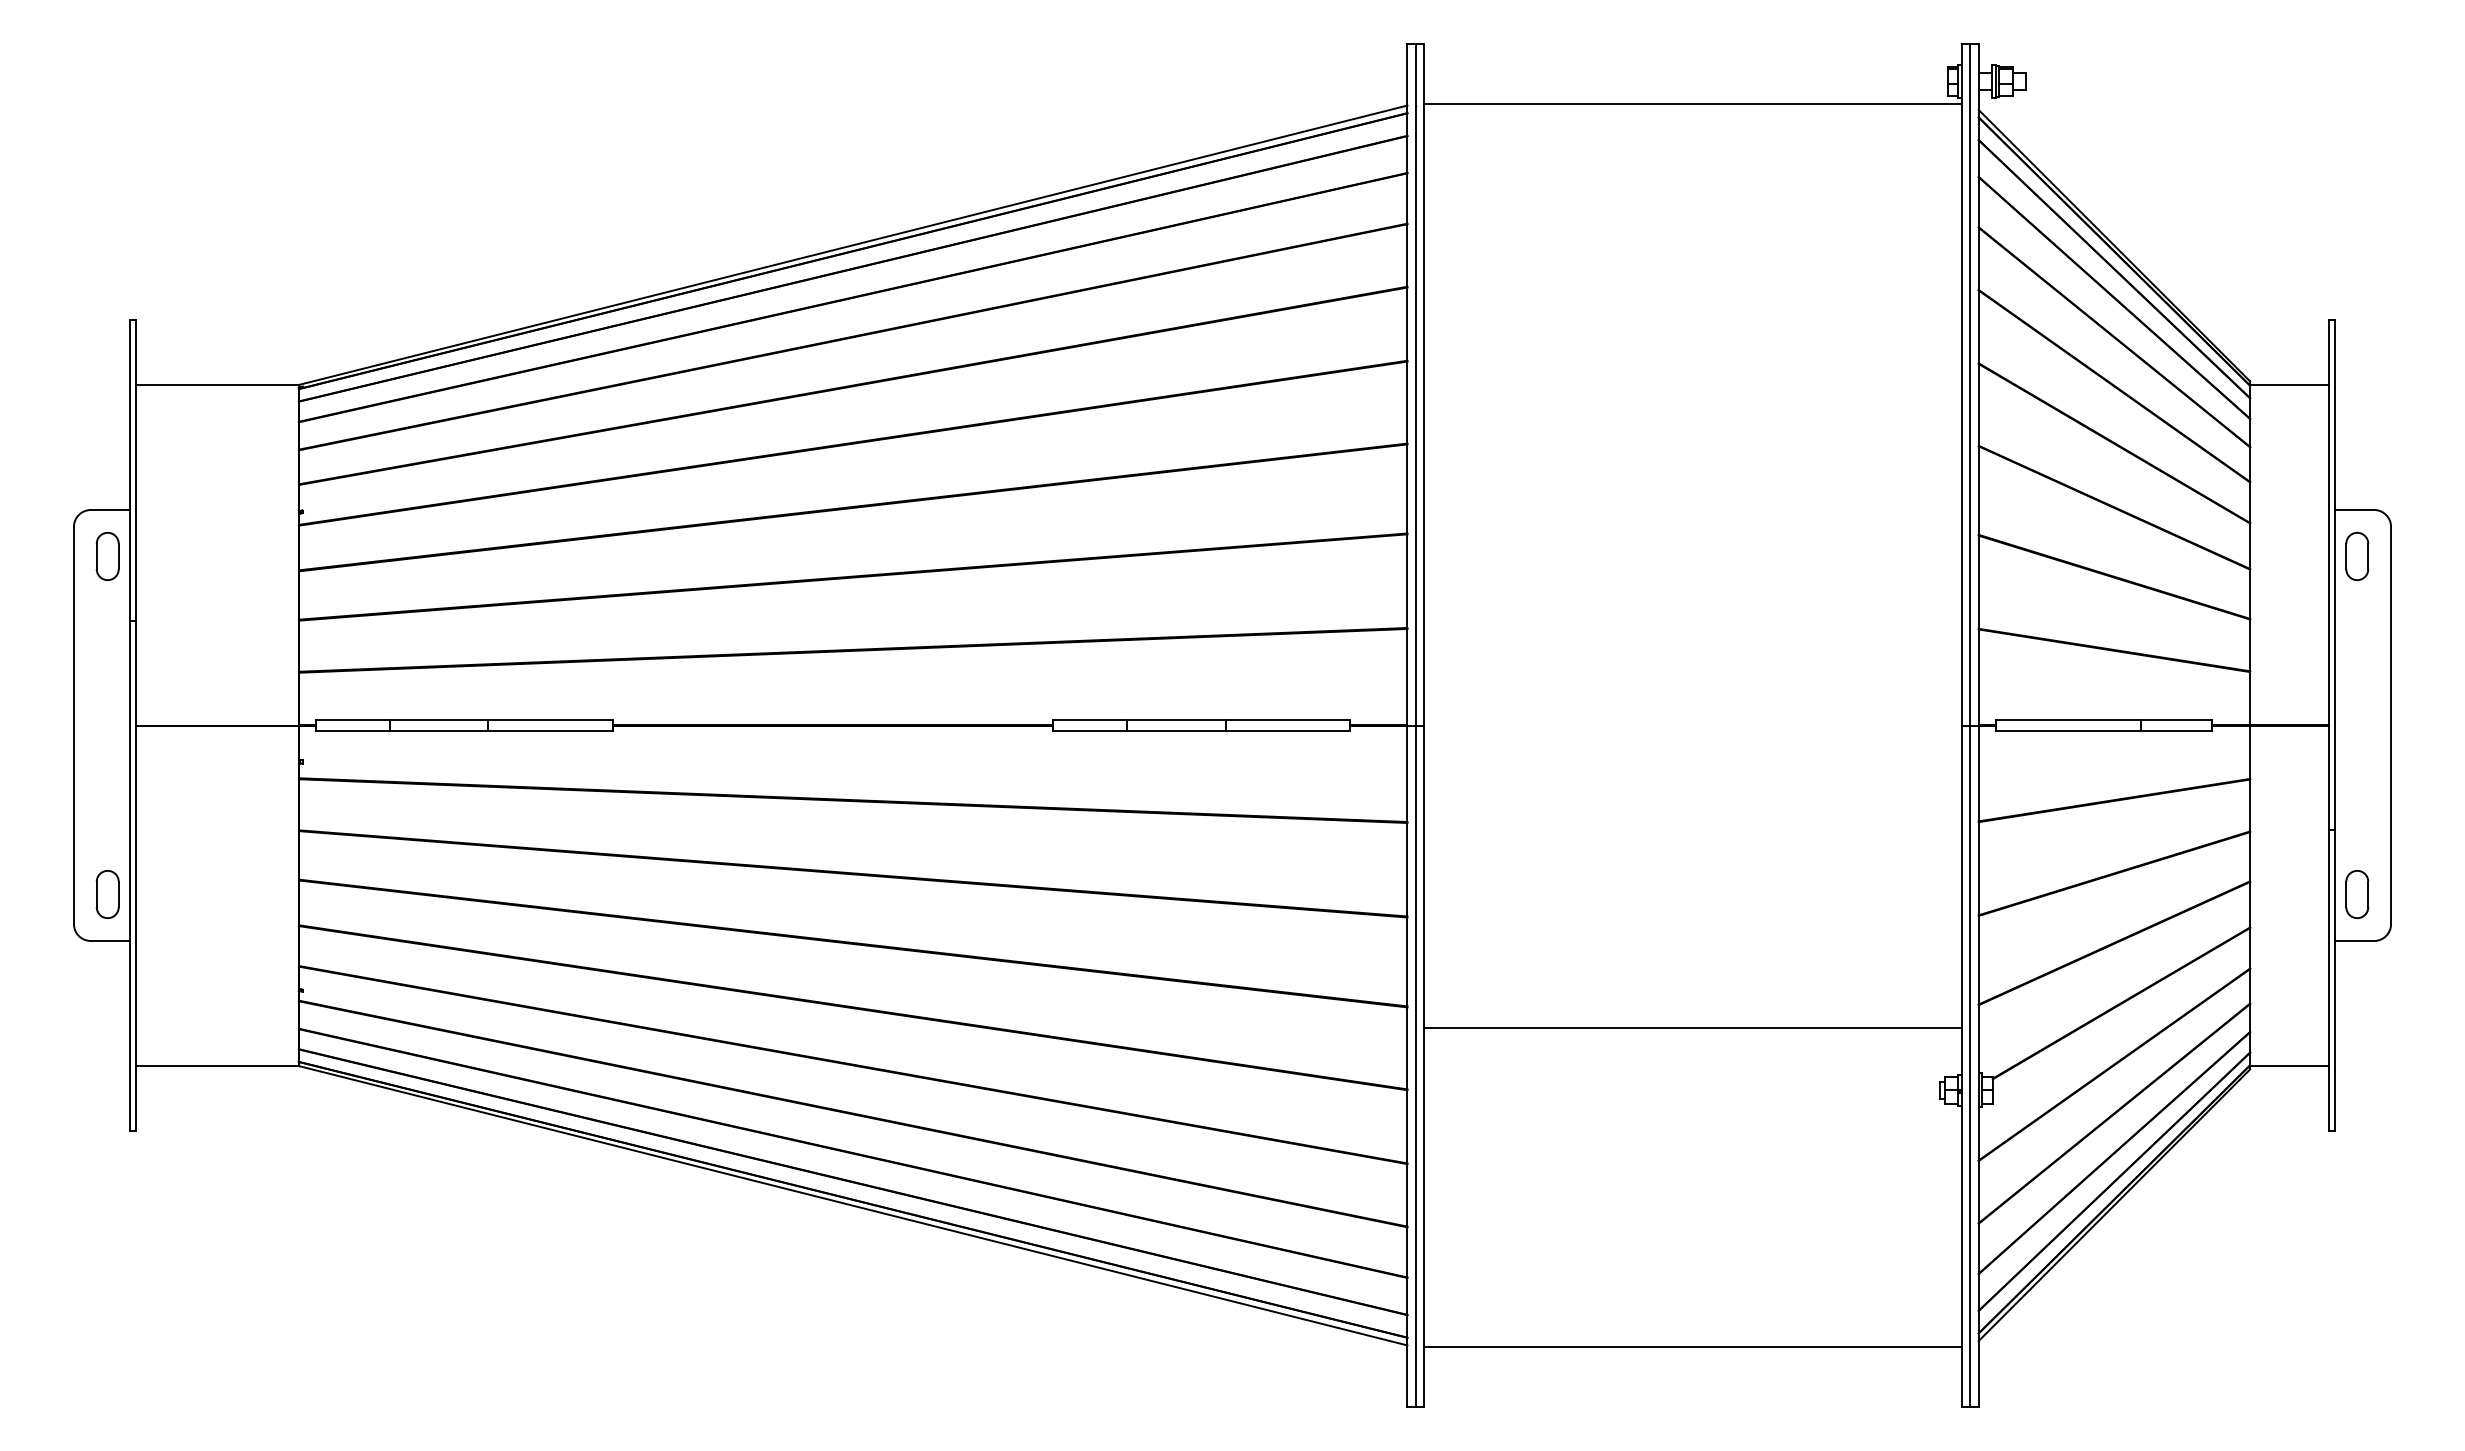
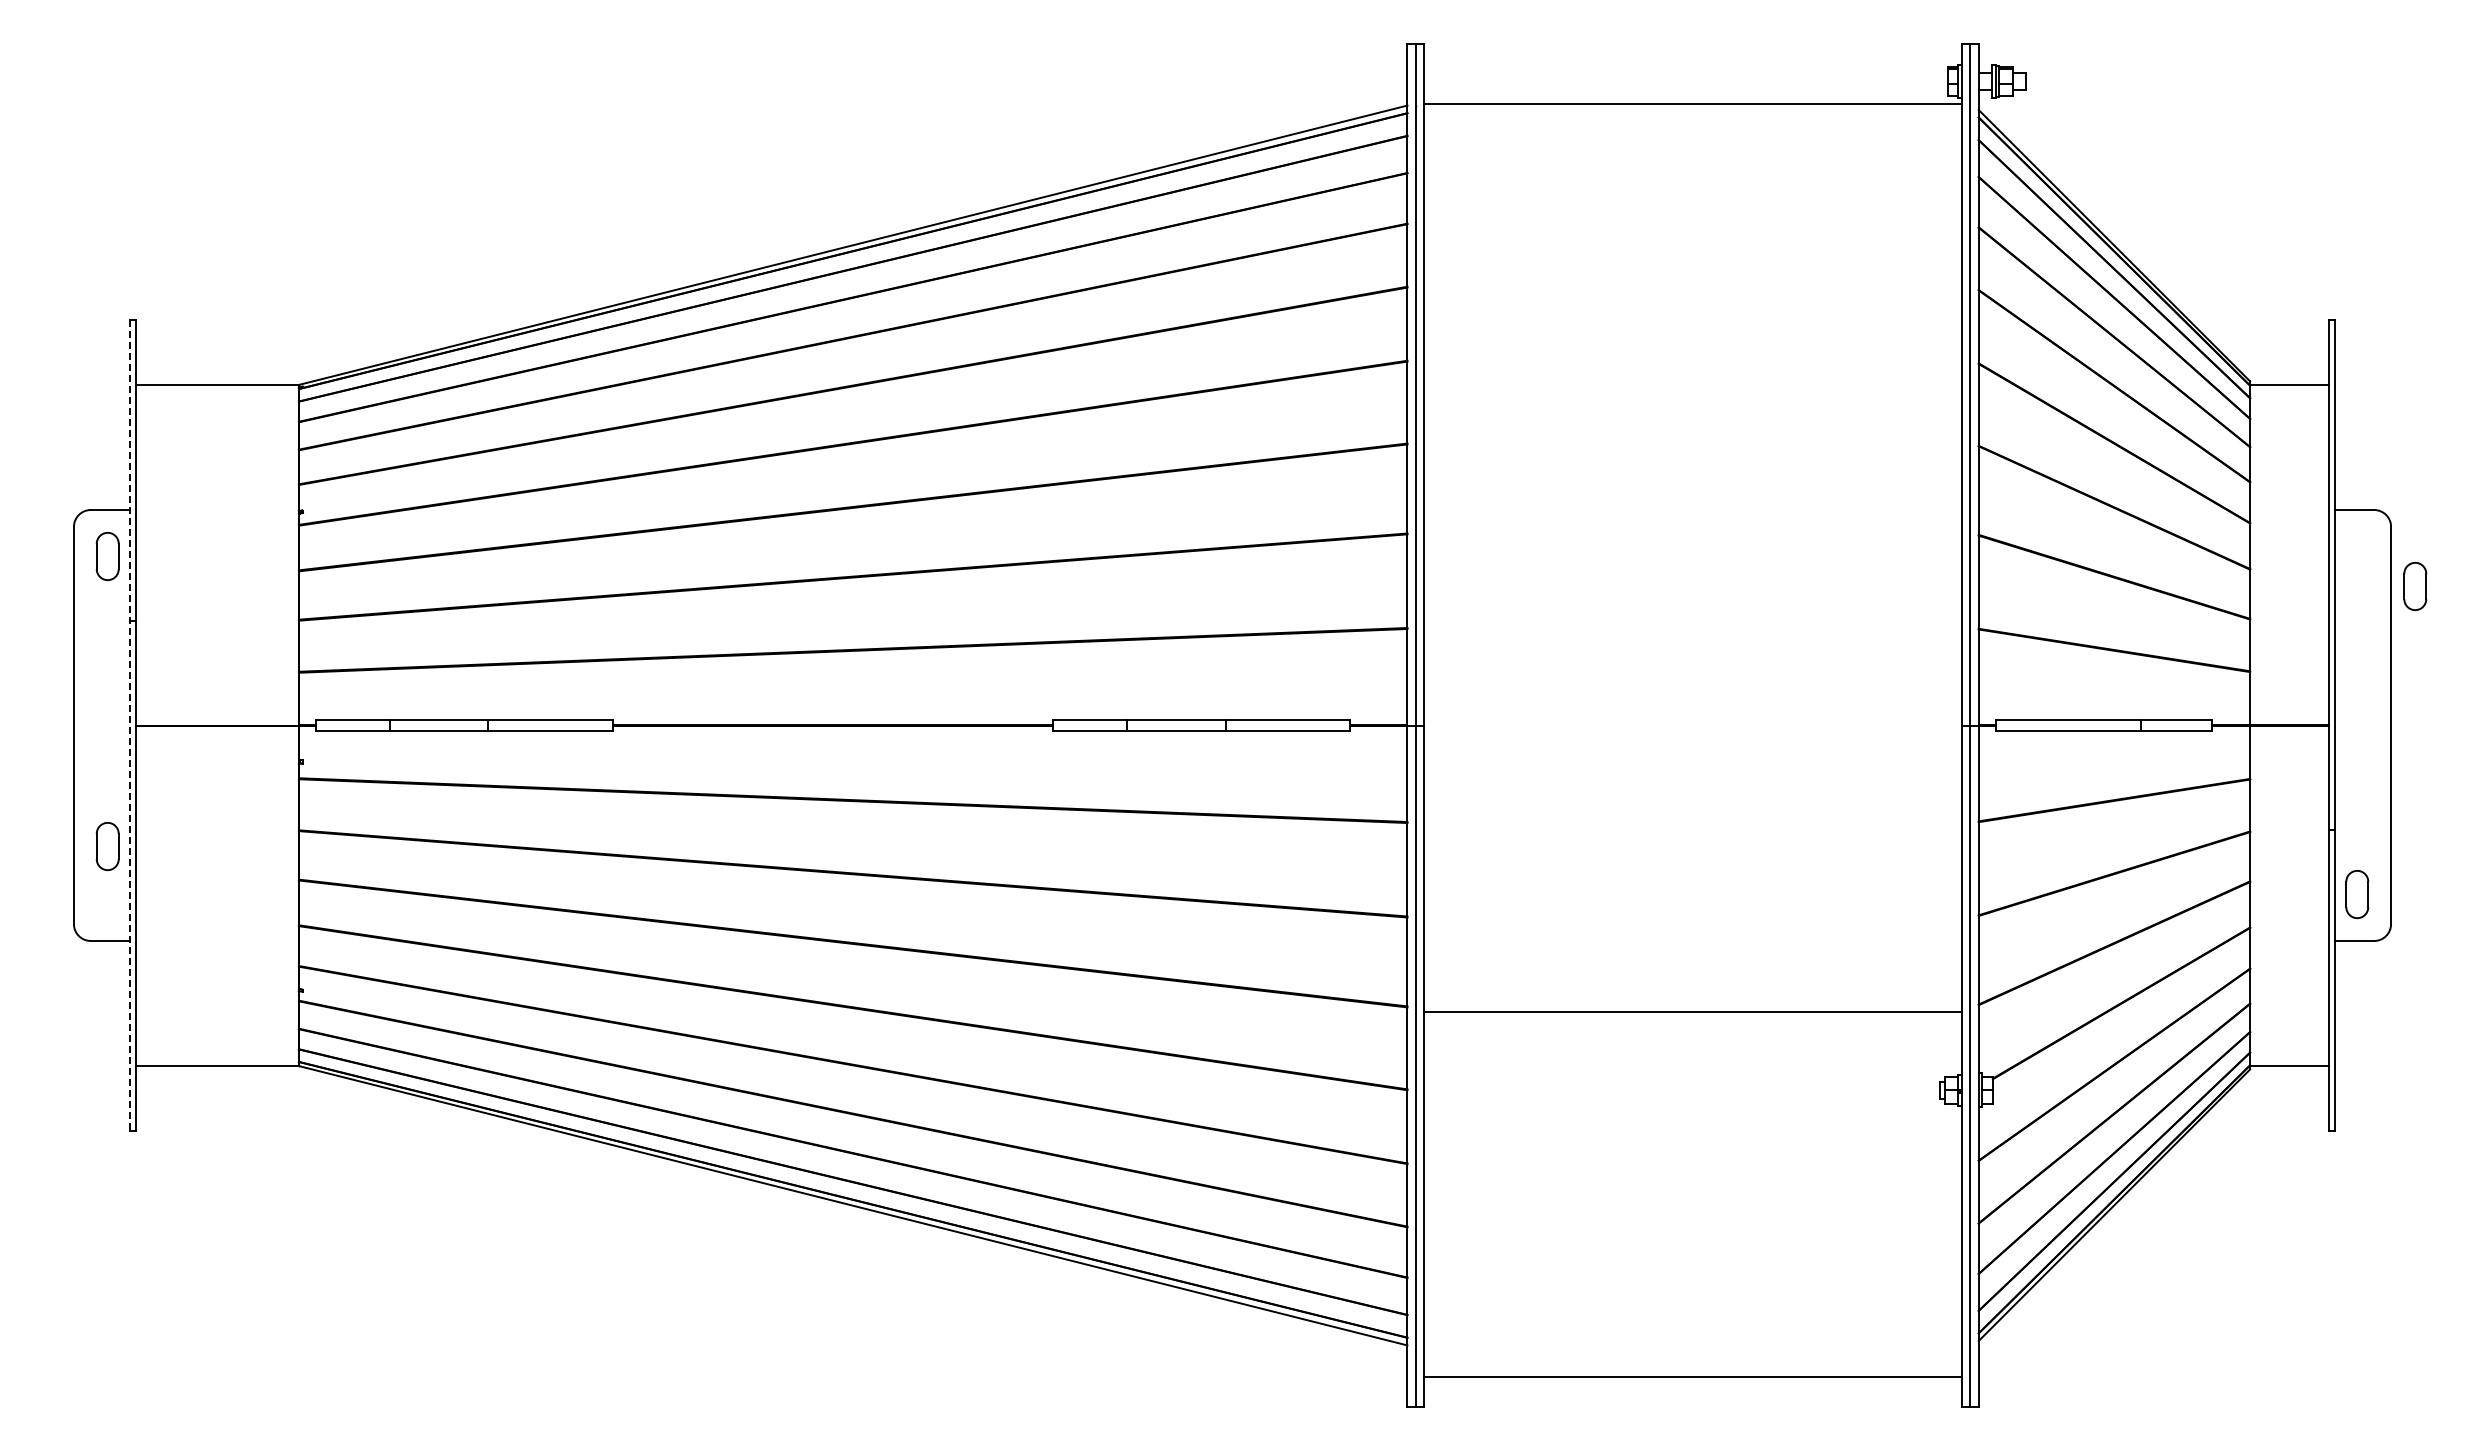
part at (2357, 555) position: (2357, 555) -> (2415, 585)
line at (129, 725): solid -> dashed
part at (107, 894) position: (107, 894) -> (107, 846)
line at (1692, 1028) position: (1692, 1028) -> (1692, 1012)
line at (1692, 1347) position: (1692, 1347) -> (1692, 1377)
